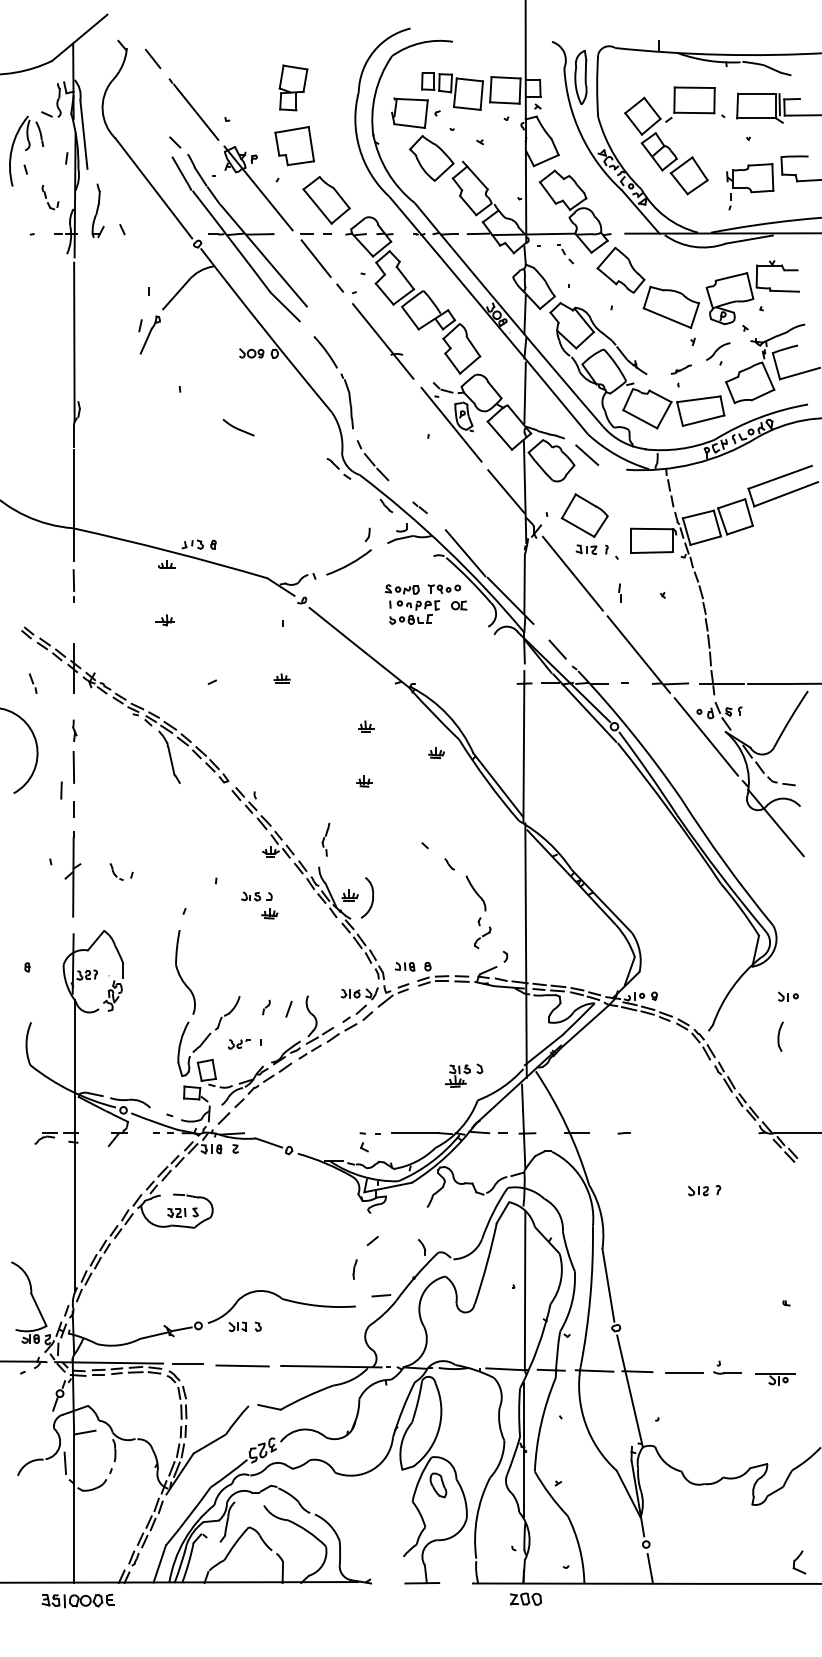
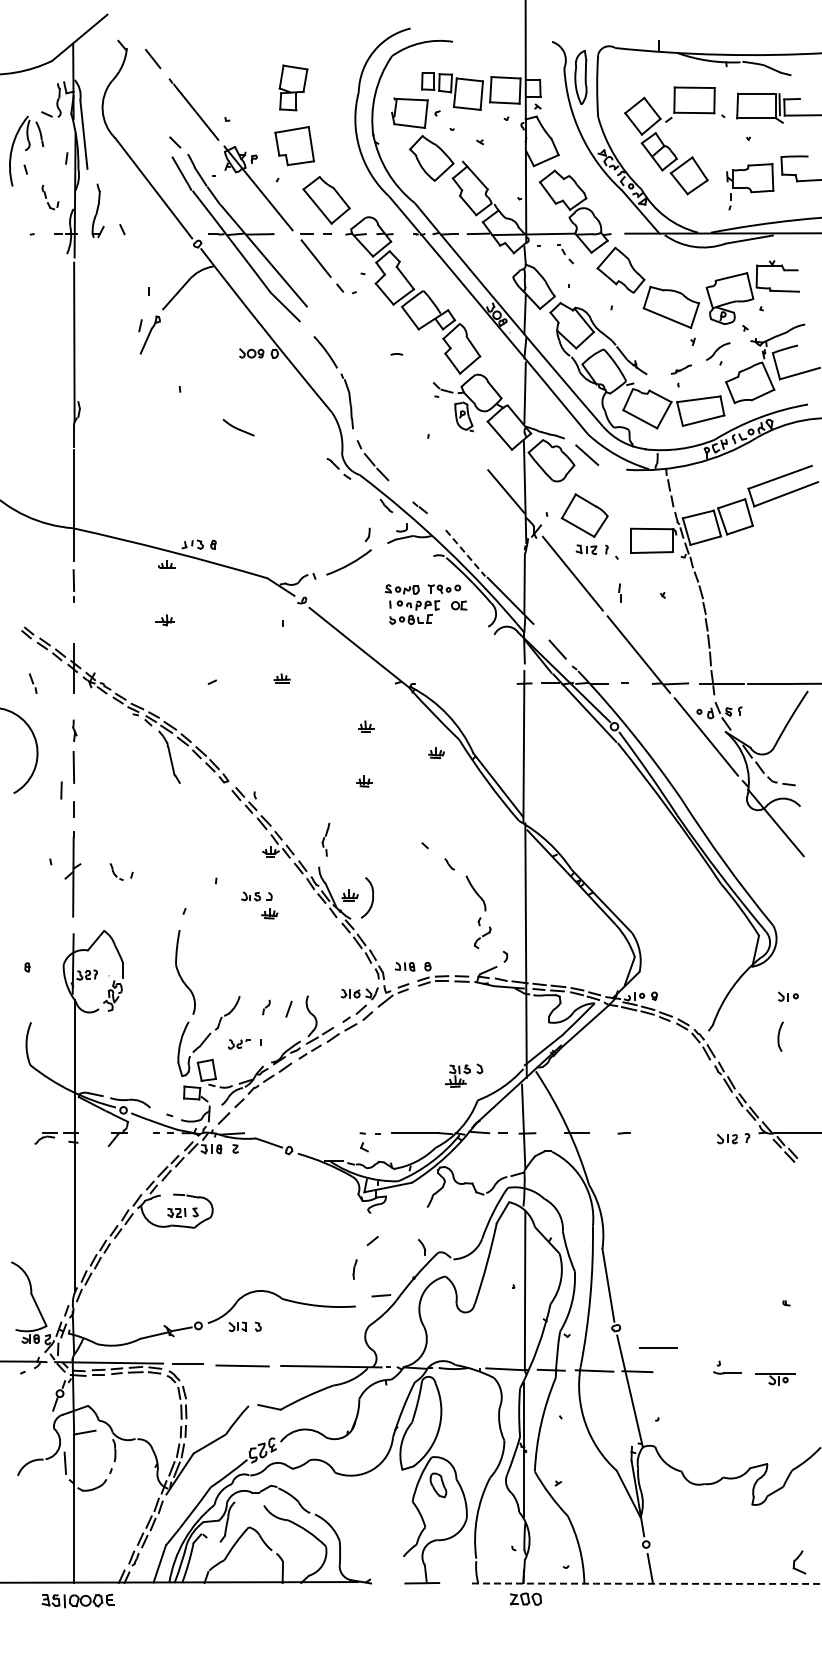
line at (383, 341): present -> none
line at (451, 424): present -> none
line at (465, 553): solid -> dashed
part at (704, 1190) position: (704, 1190) -> (733, 1138)
line at (684, 1372) position: (684, 1372) -> (658, 1347)
arc at (647, 1583): solid -> dashed
